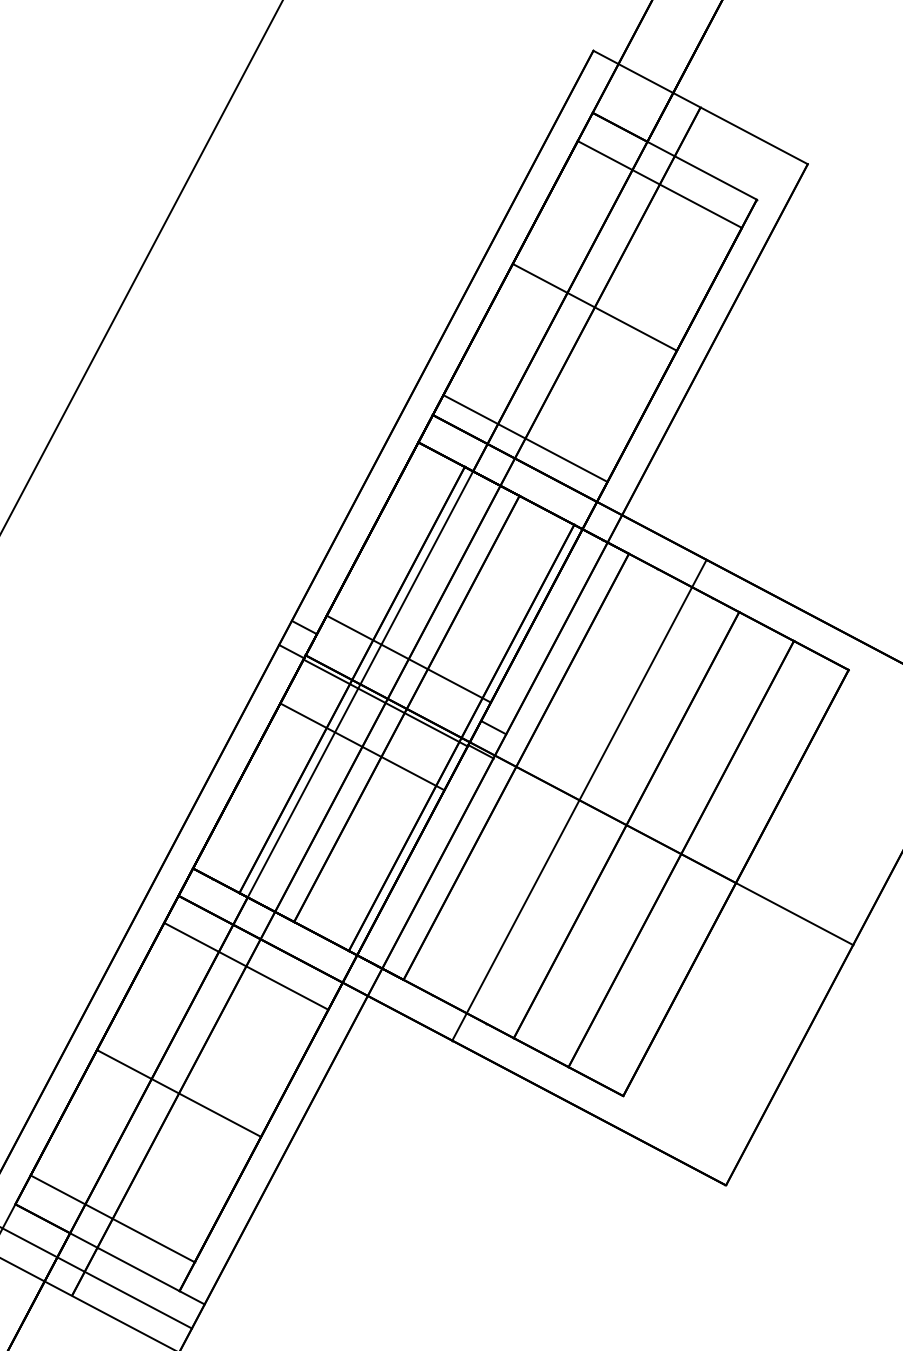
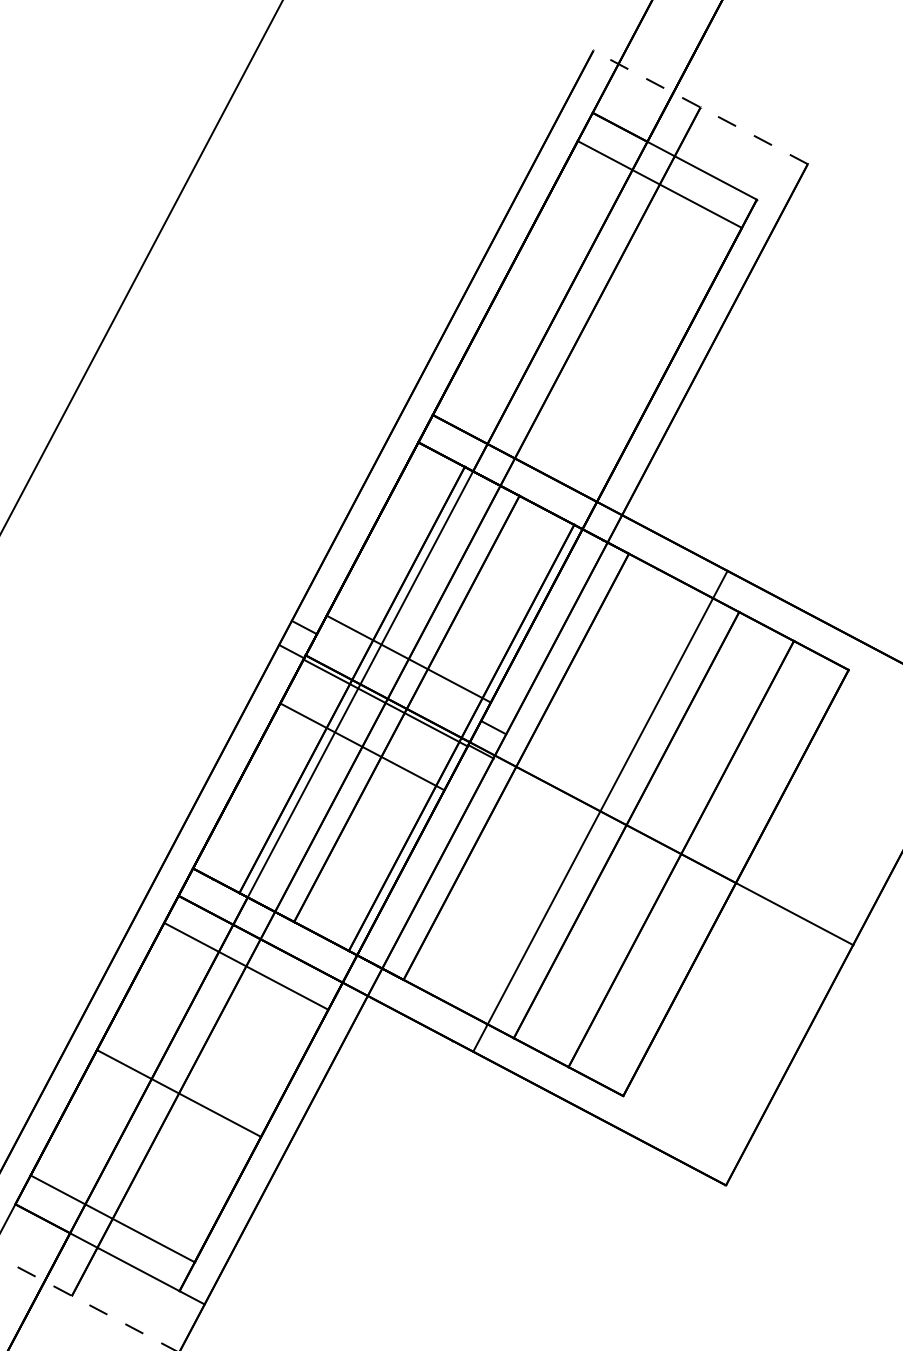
line at (700, 107): solid -> dashed
line at (594, 306): present -> none
line at (525, 438): present -> none
line at (579, 799) position: (579, 799) -> (600, 810)
line at (96, 1278): present -> none
line at (87, 1304): solid -> dashed
